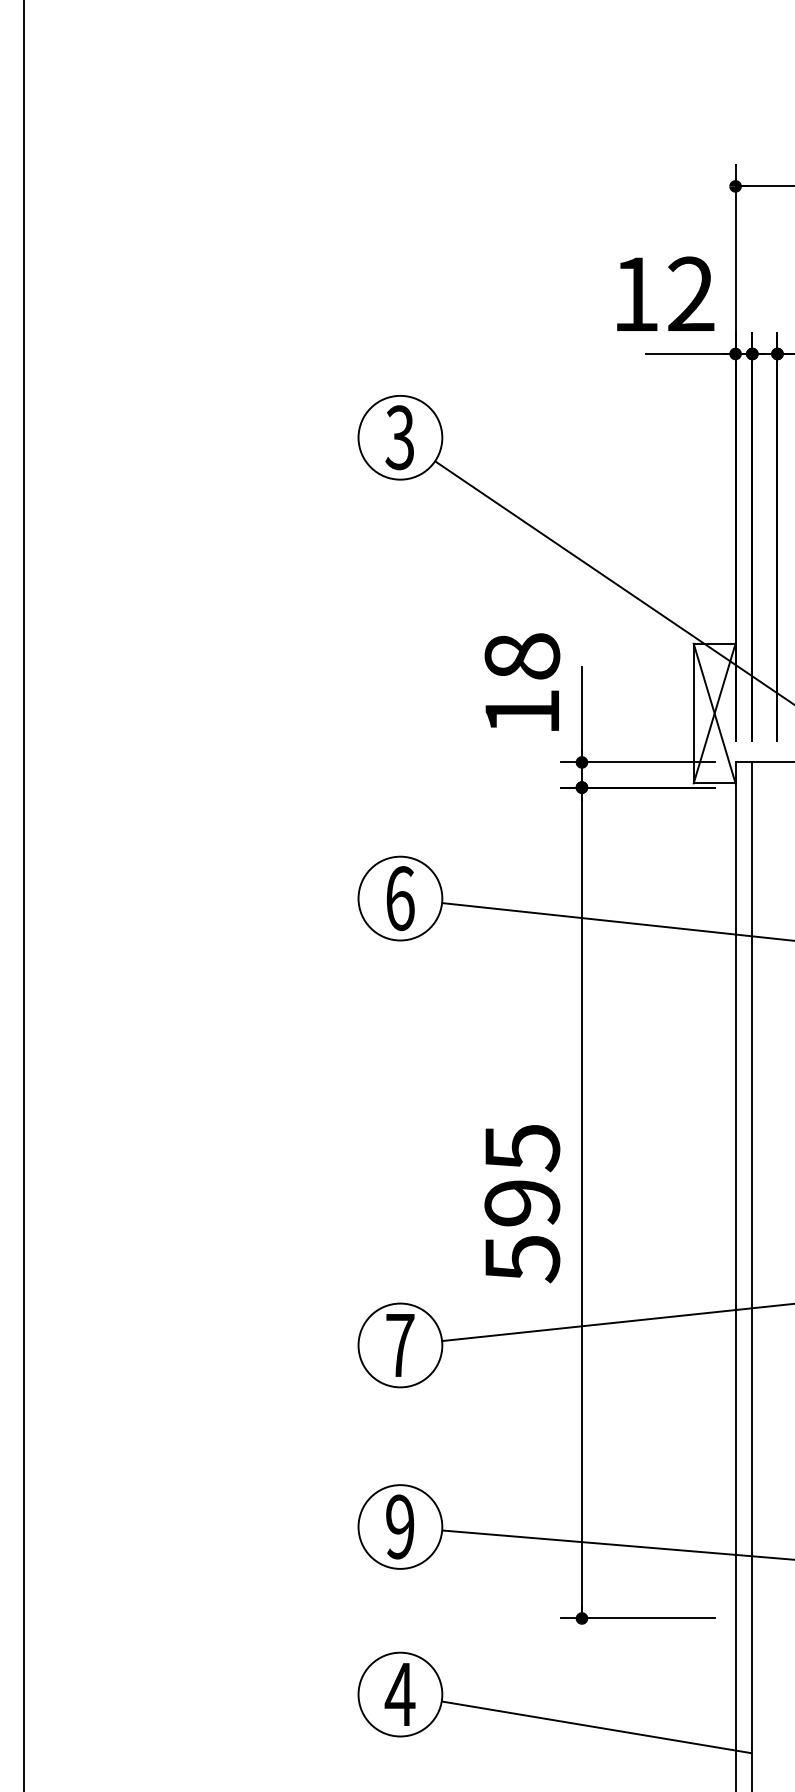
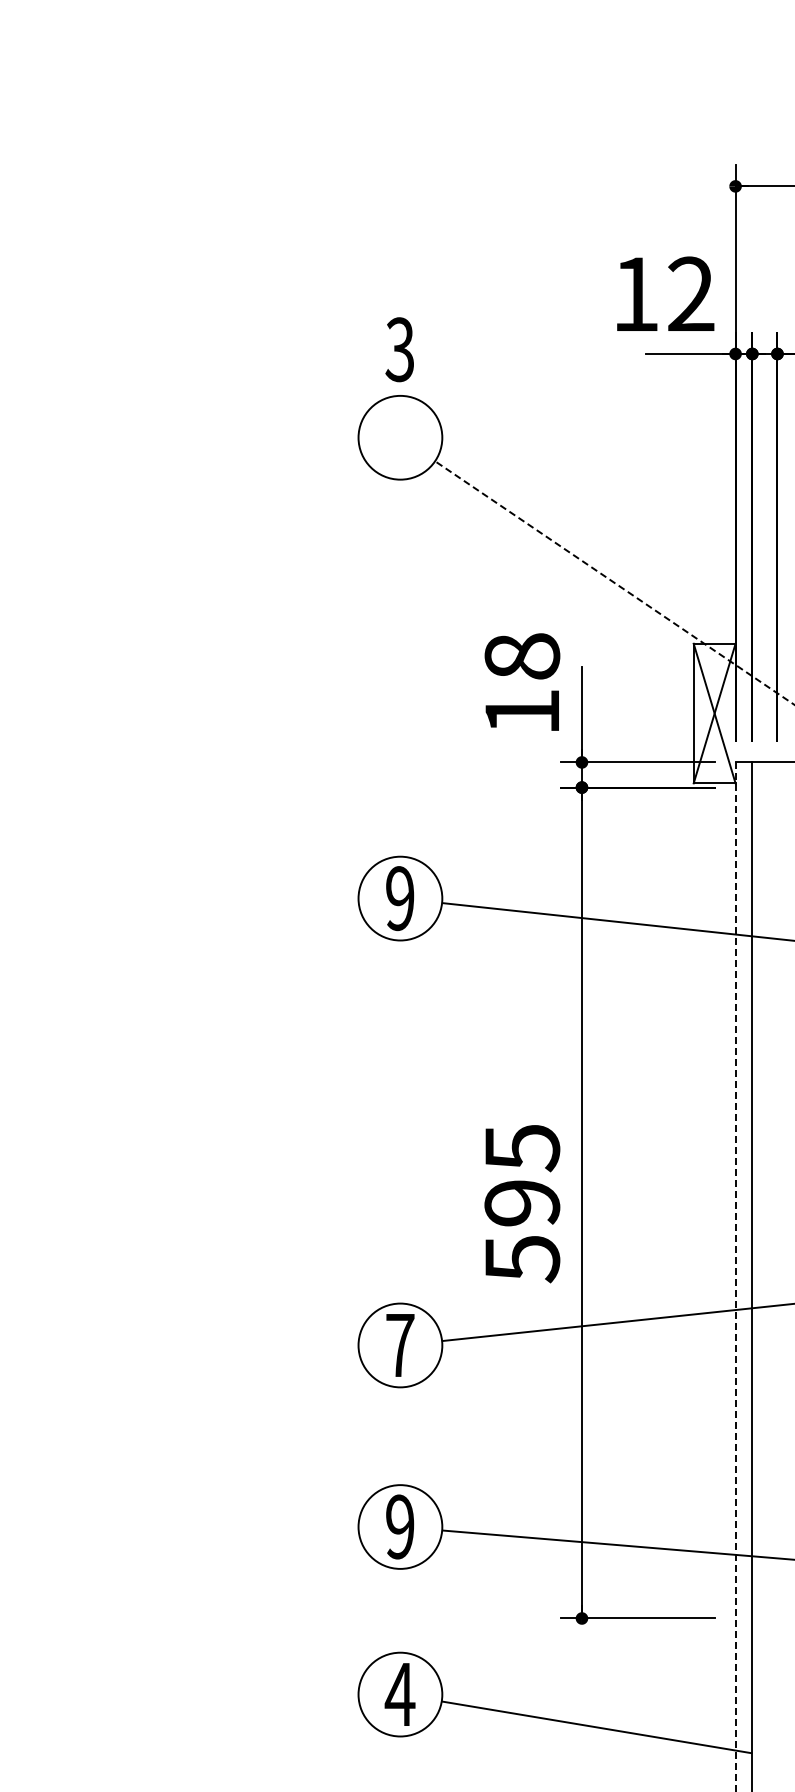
text at (399, 437) position: (399, 437) -> (399, 349)
line at (614, 582): solid -> dashed
line at (23, 895): present -> none
text at (400, 898): 6 -> 9
line at (735, 1277): solid -> dashed
